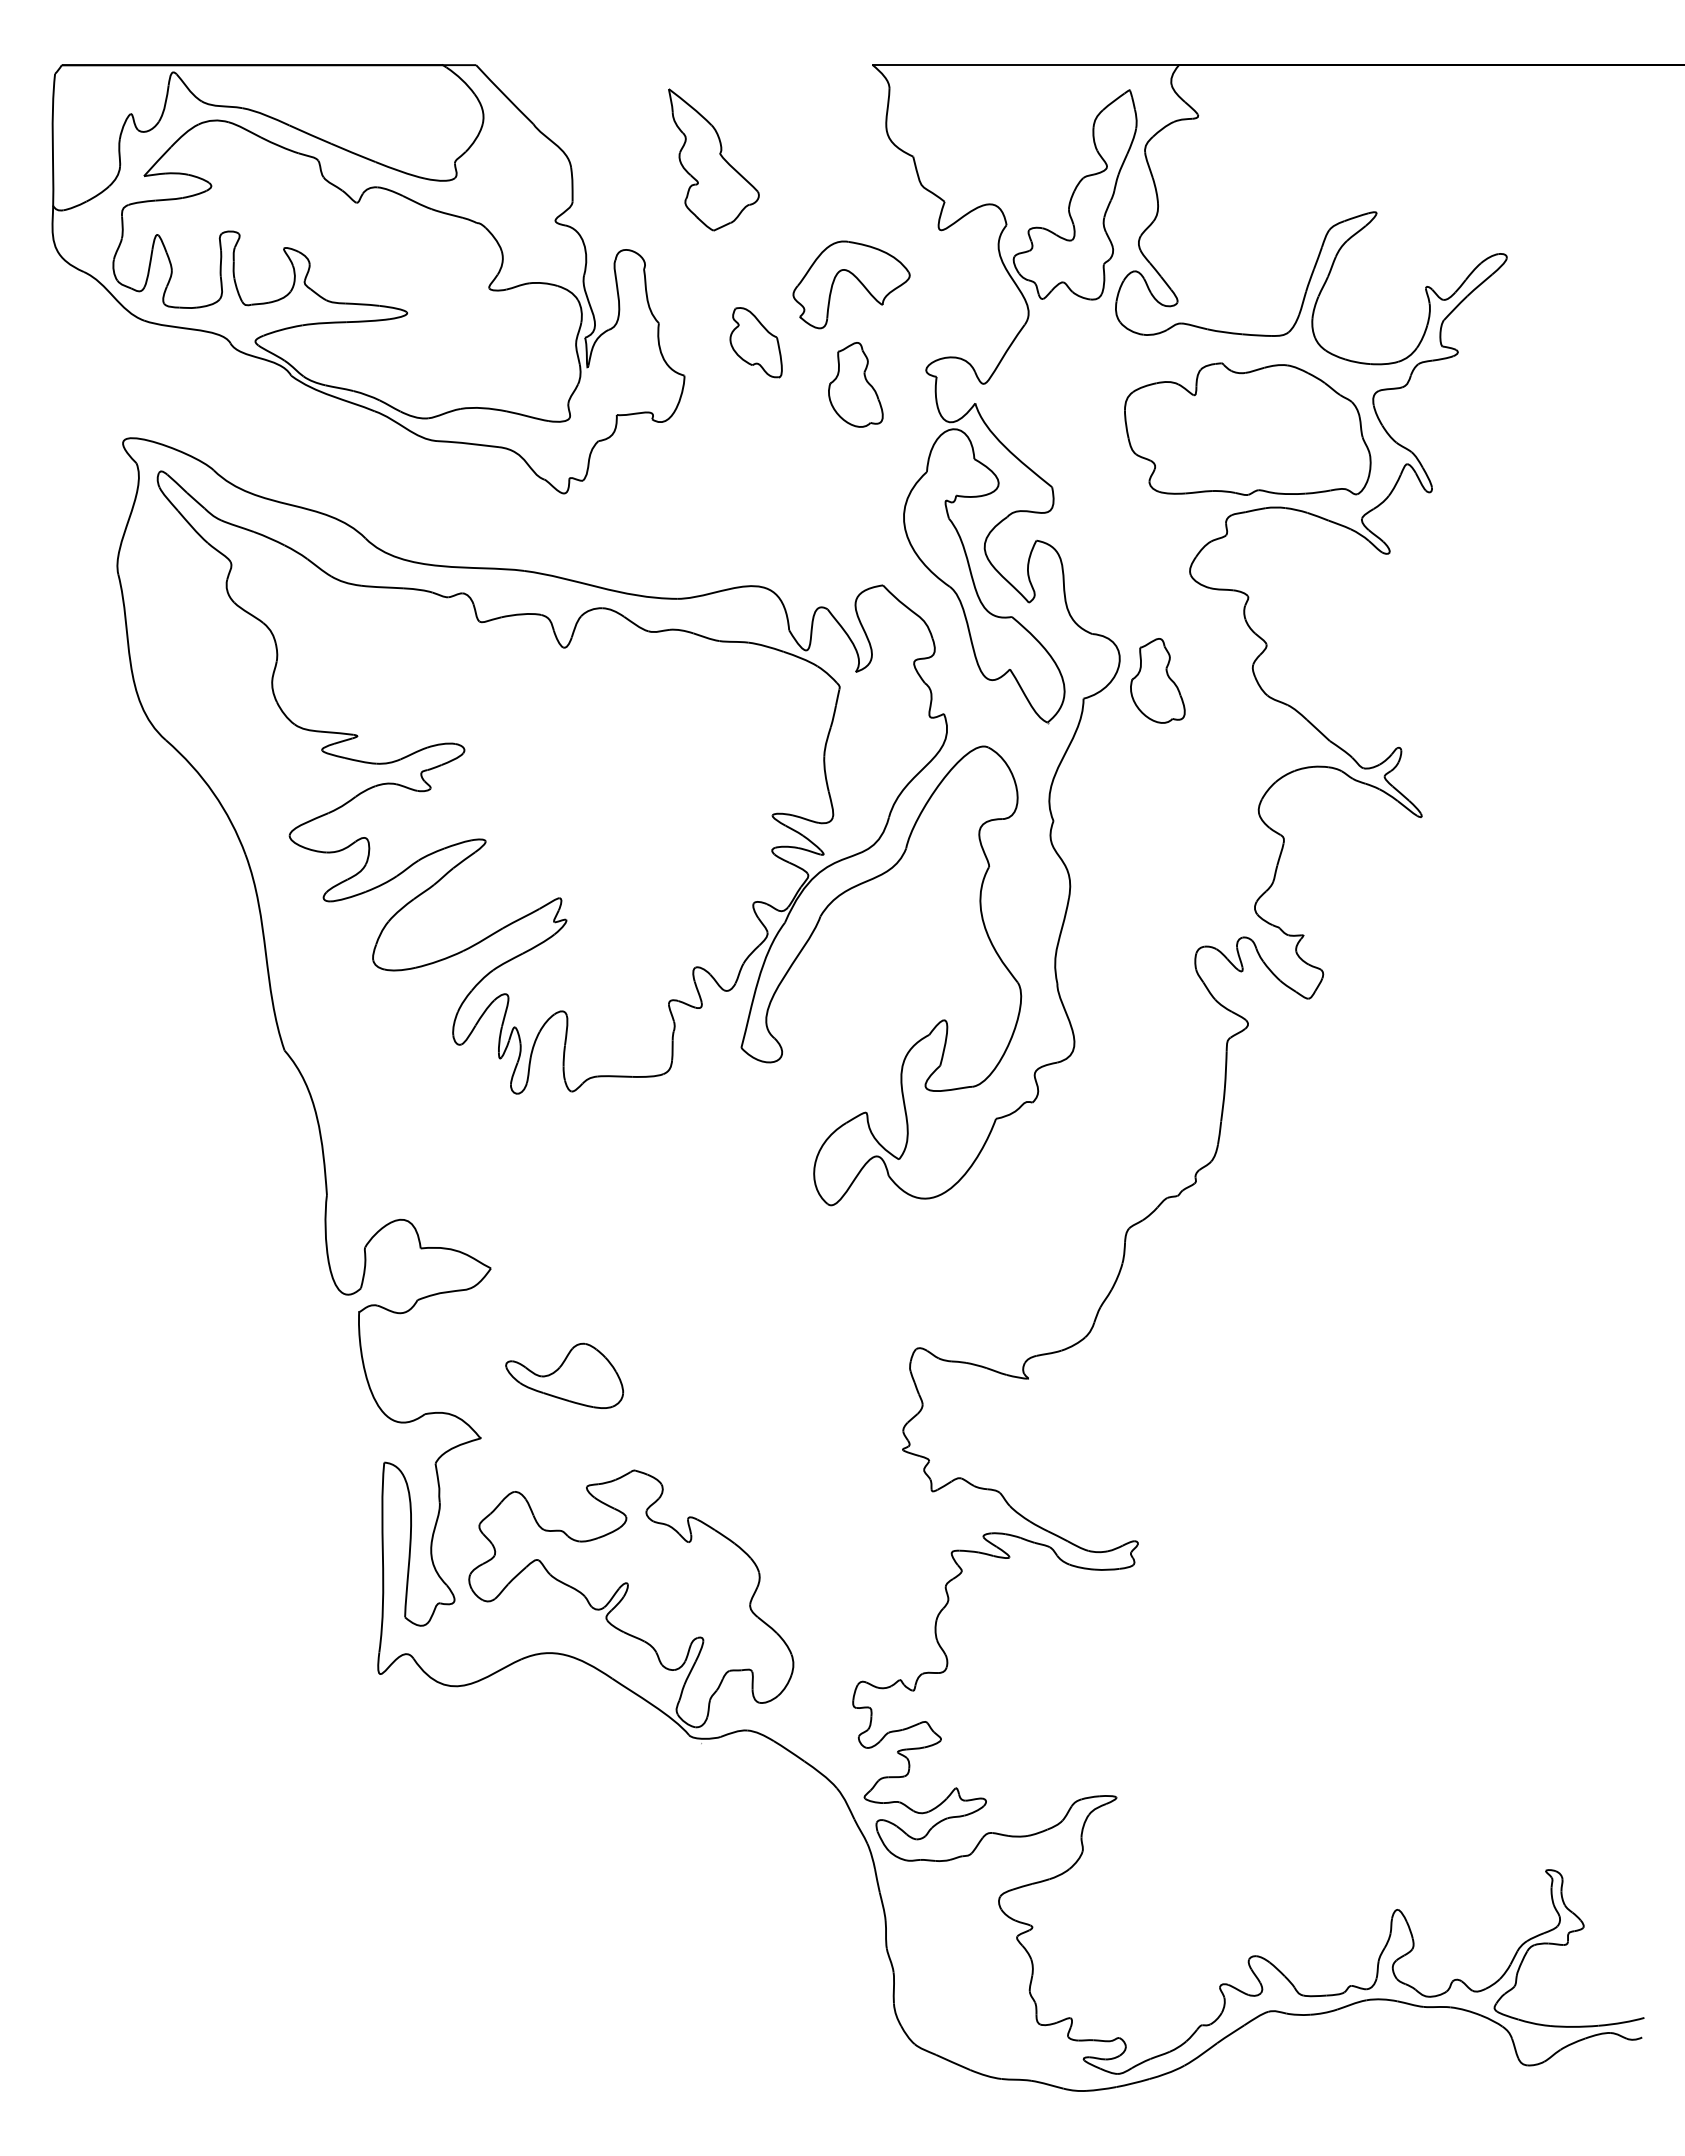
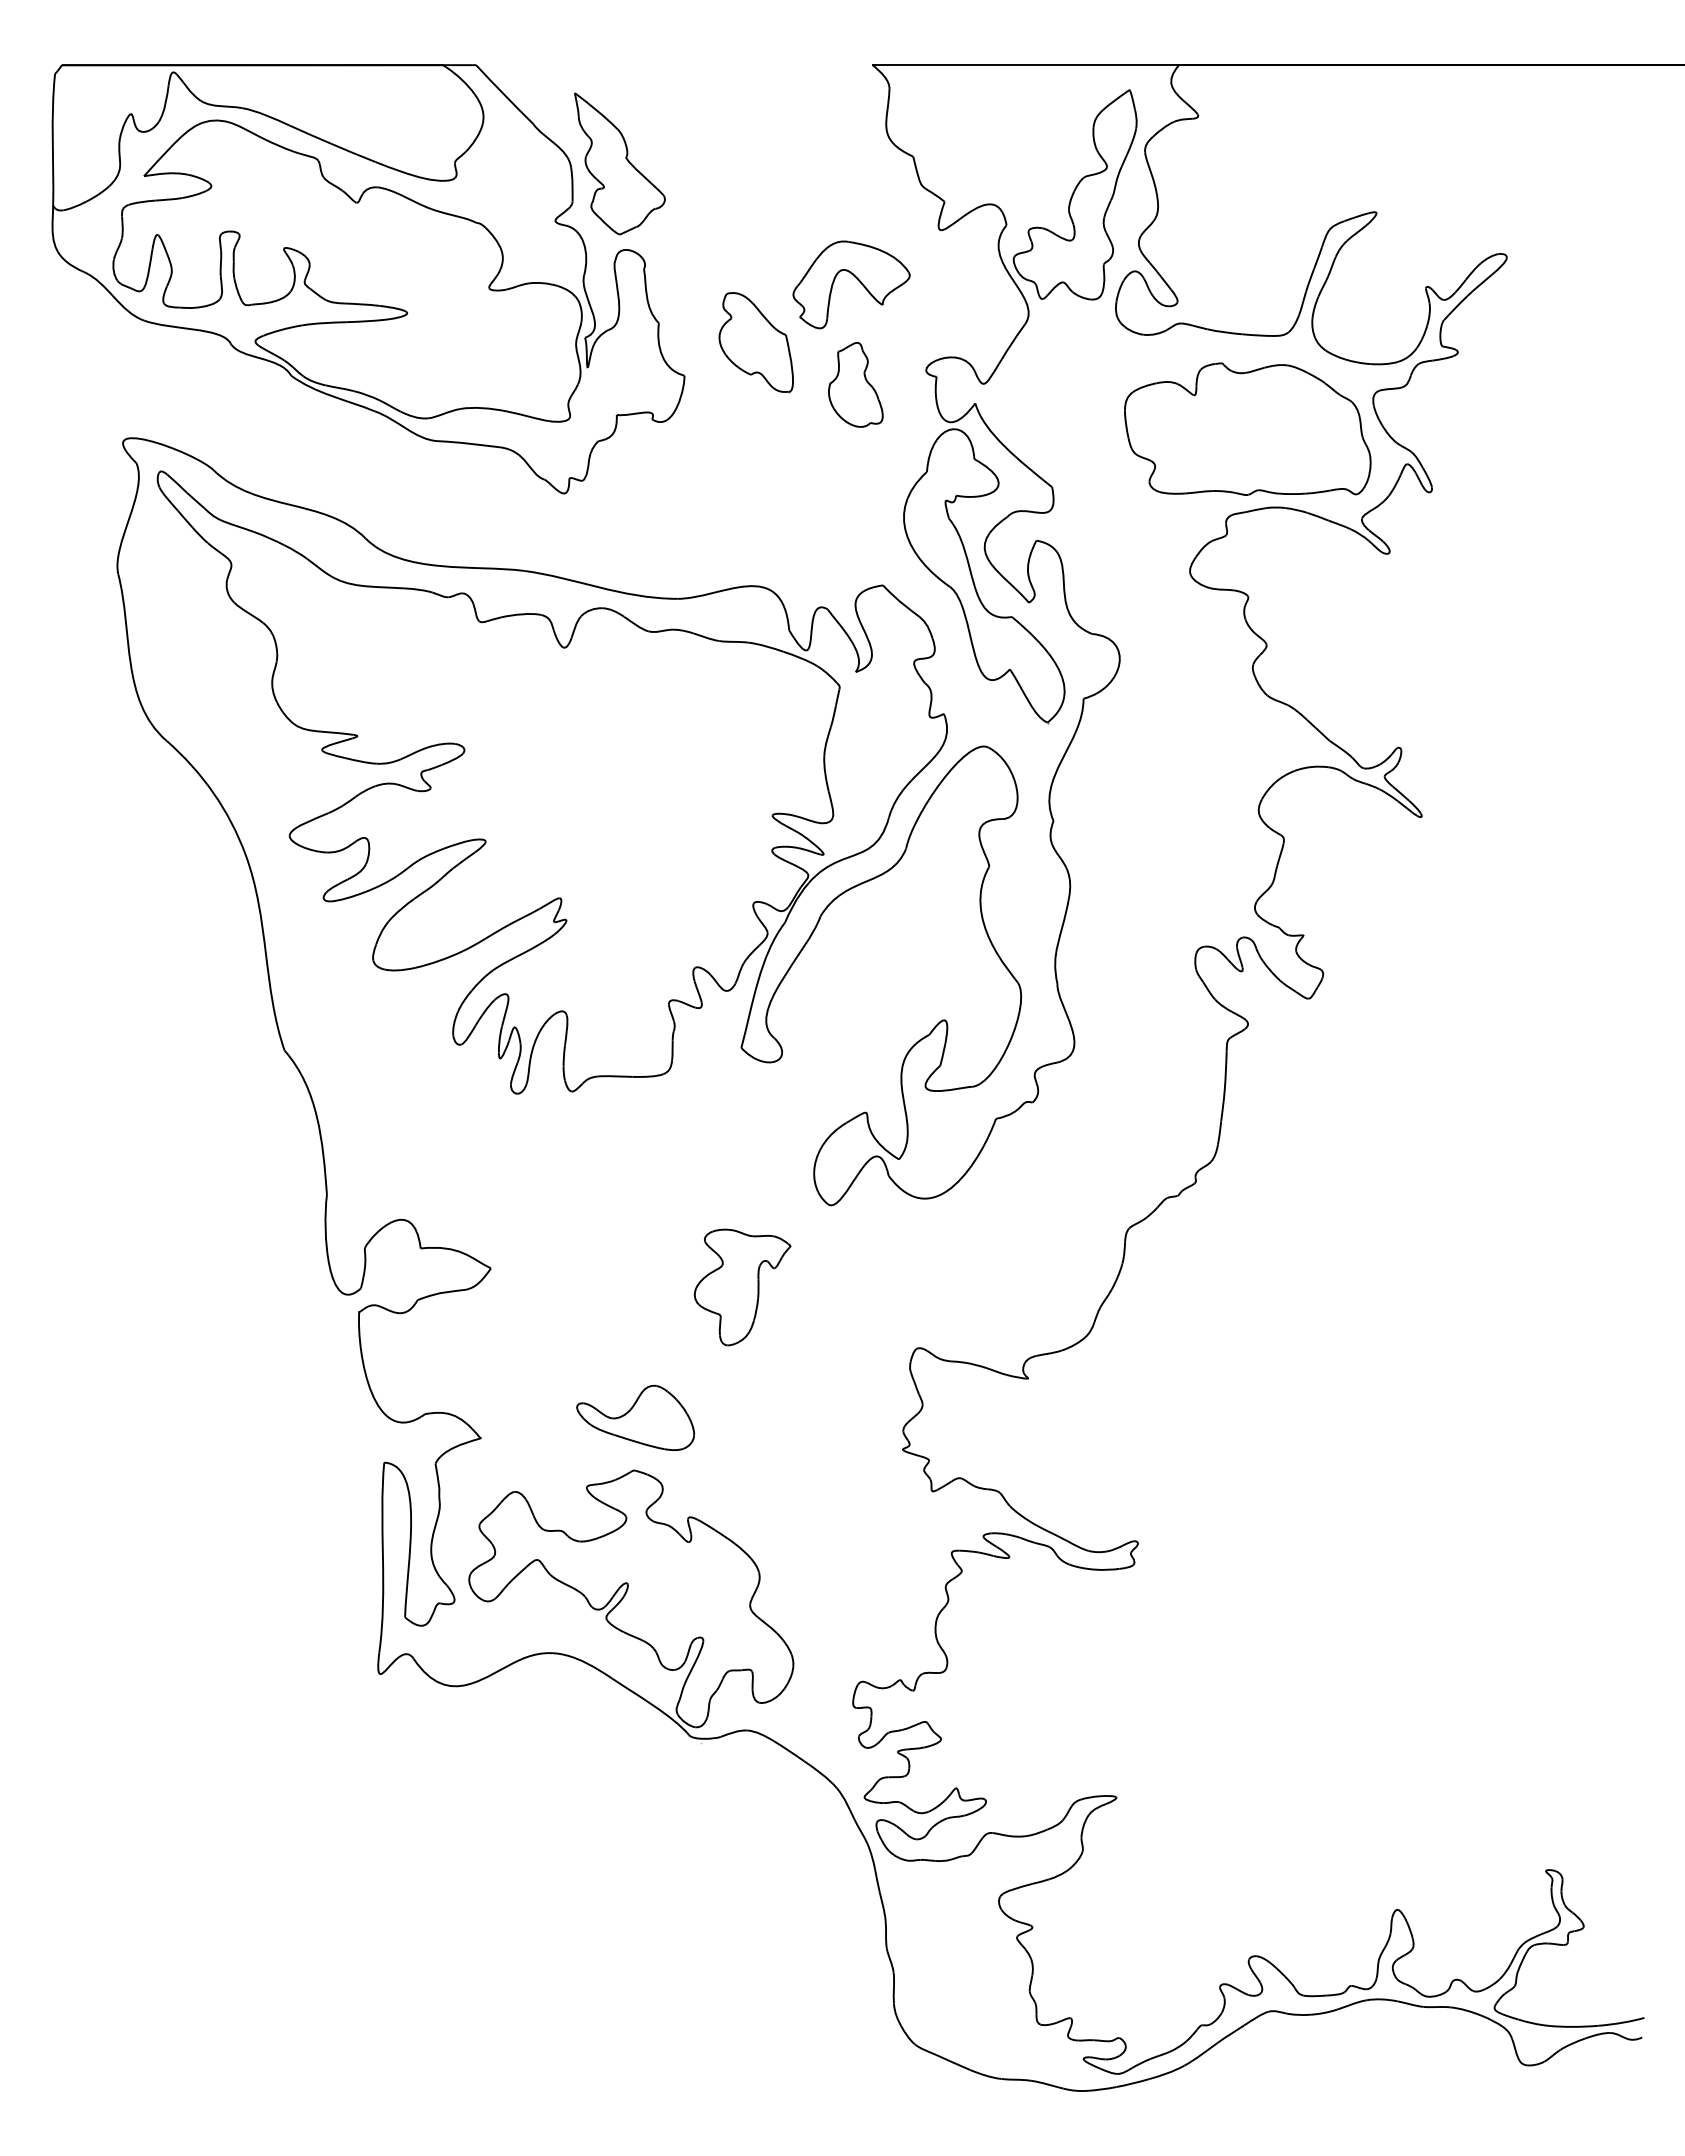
part at (713, 159) position: (713, 159) -> (619, 163)
part at (755, 342) size: 54x72 px -> 76x102 px
part at (1157, 680): present -> none
part at (742, 1287): none -> present
part at (564, 1375) position: (564, 1375) -> (635, 1417)
